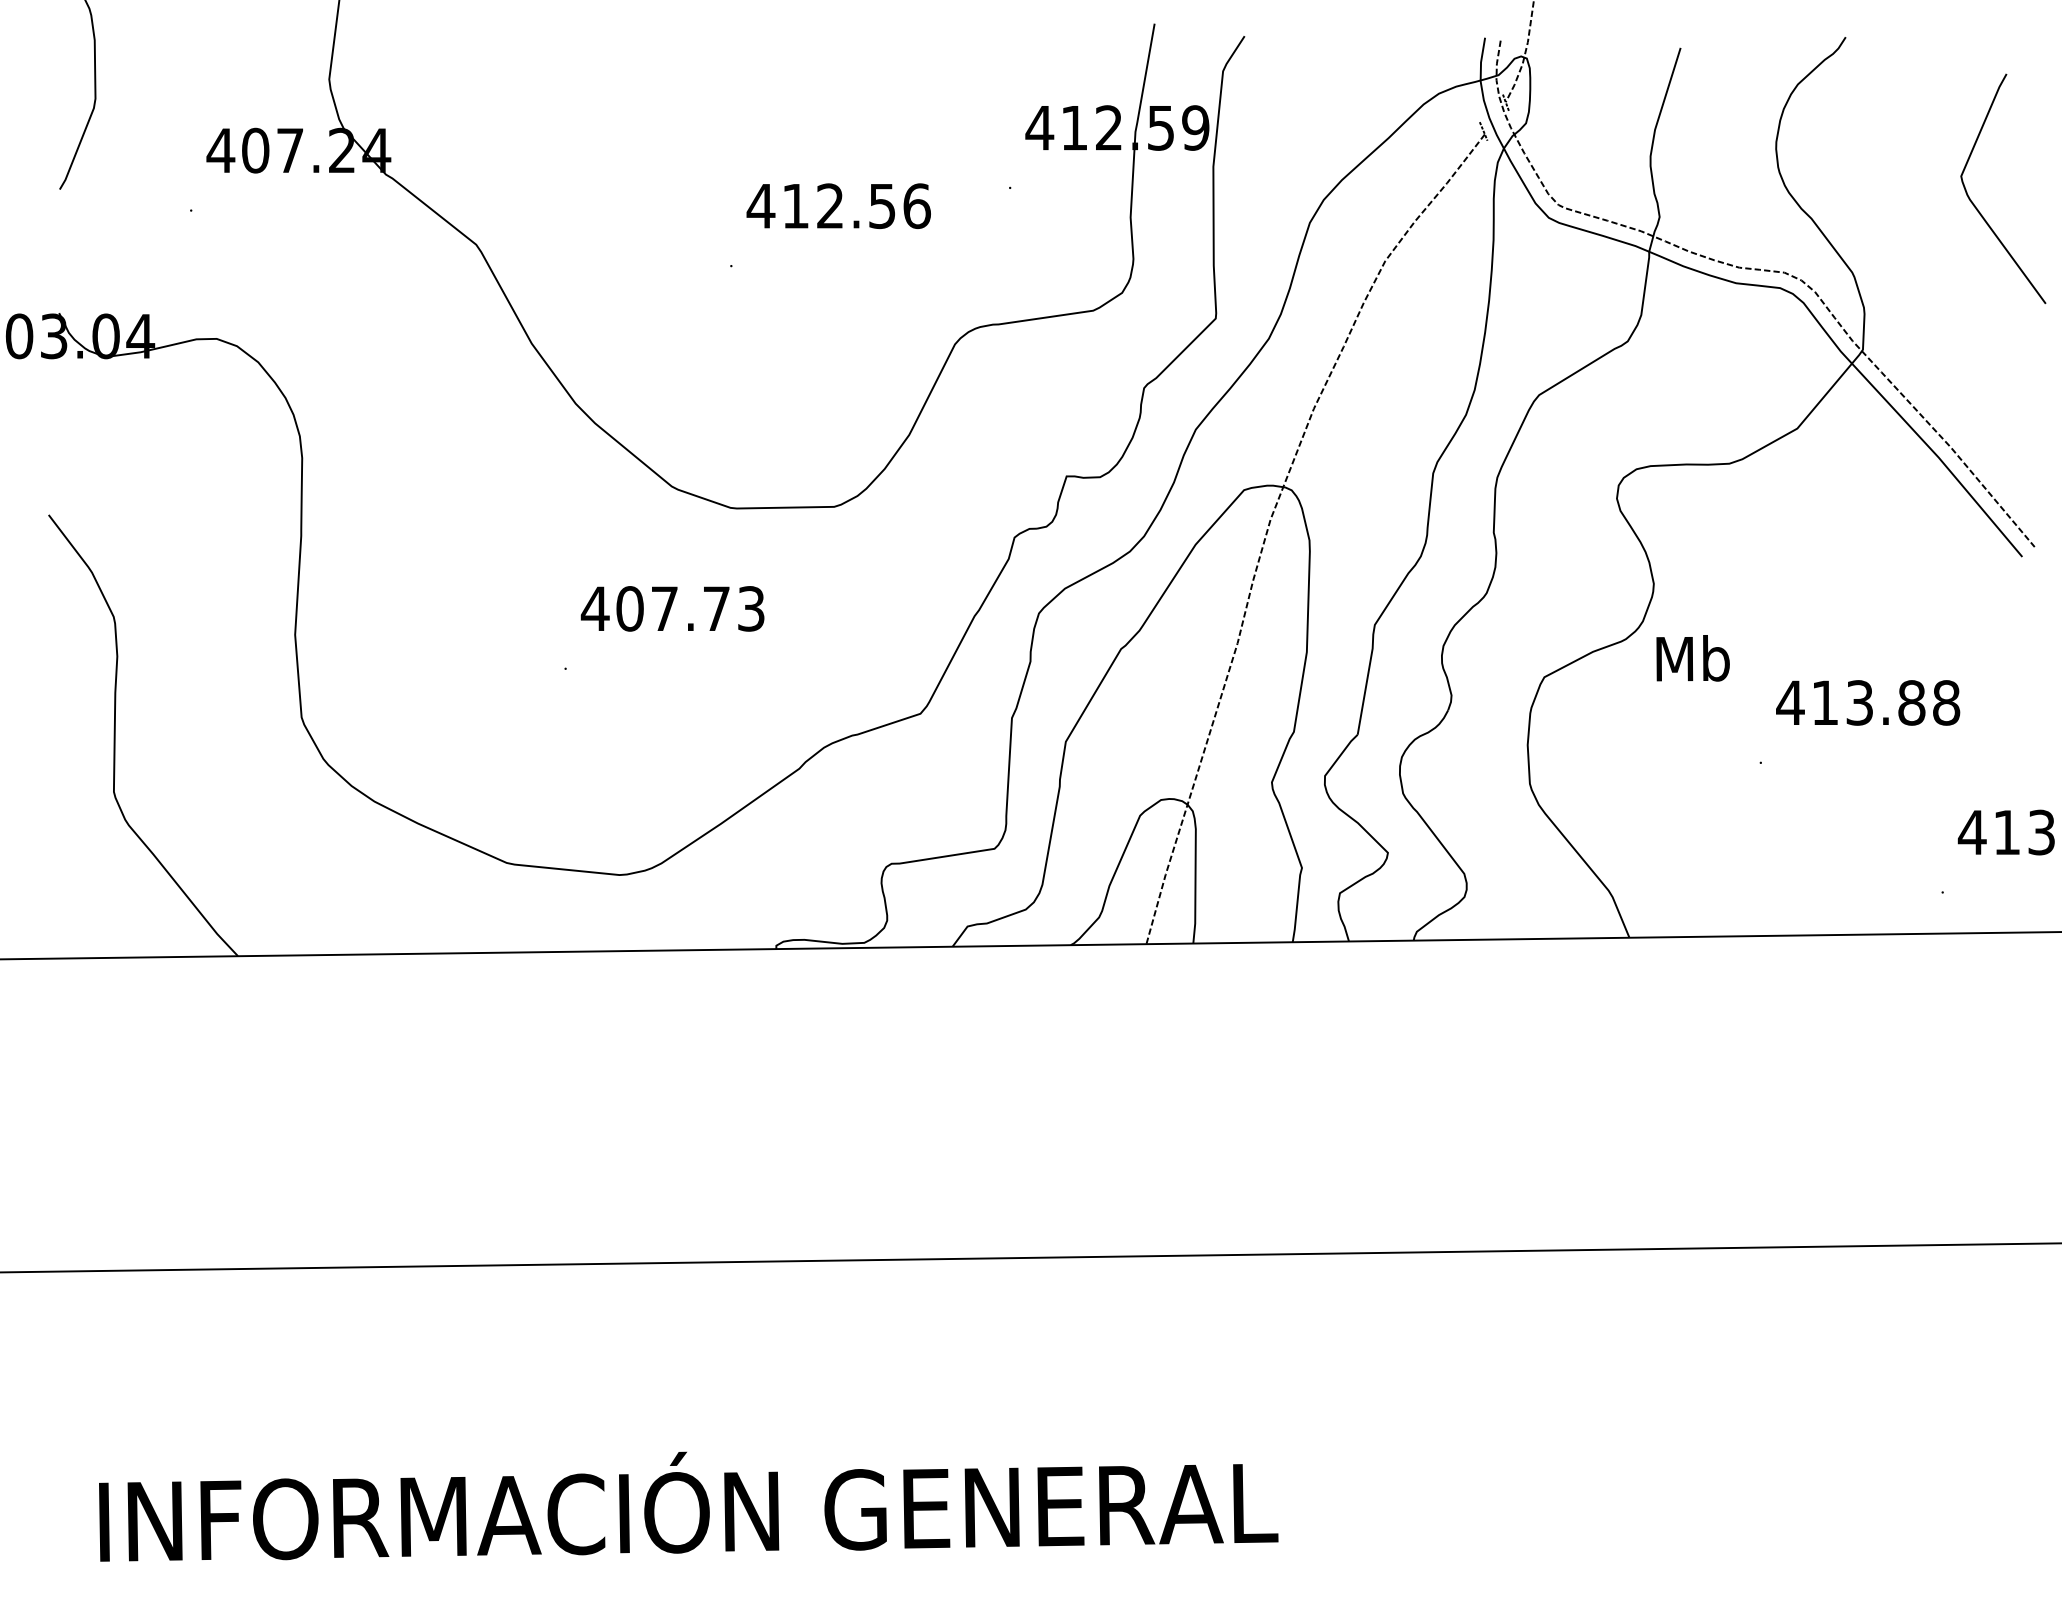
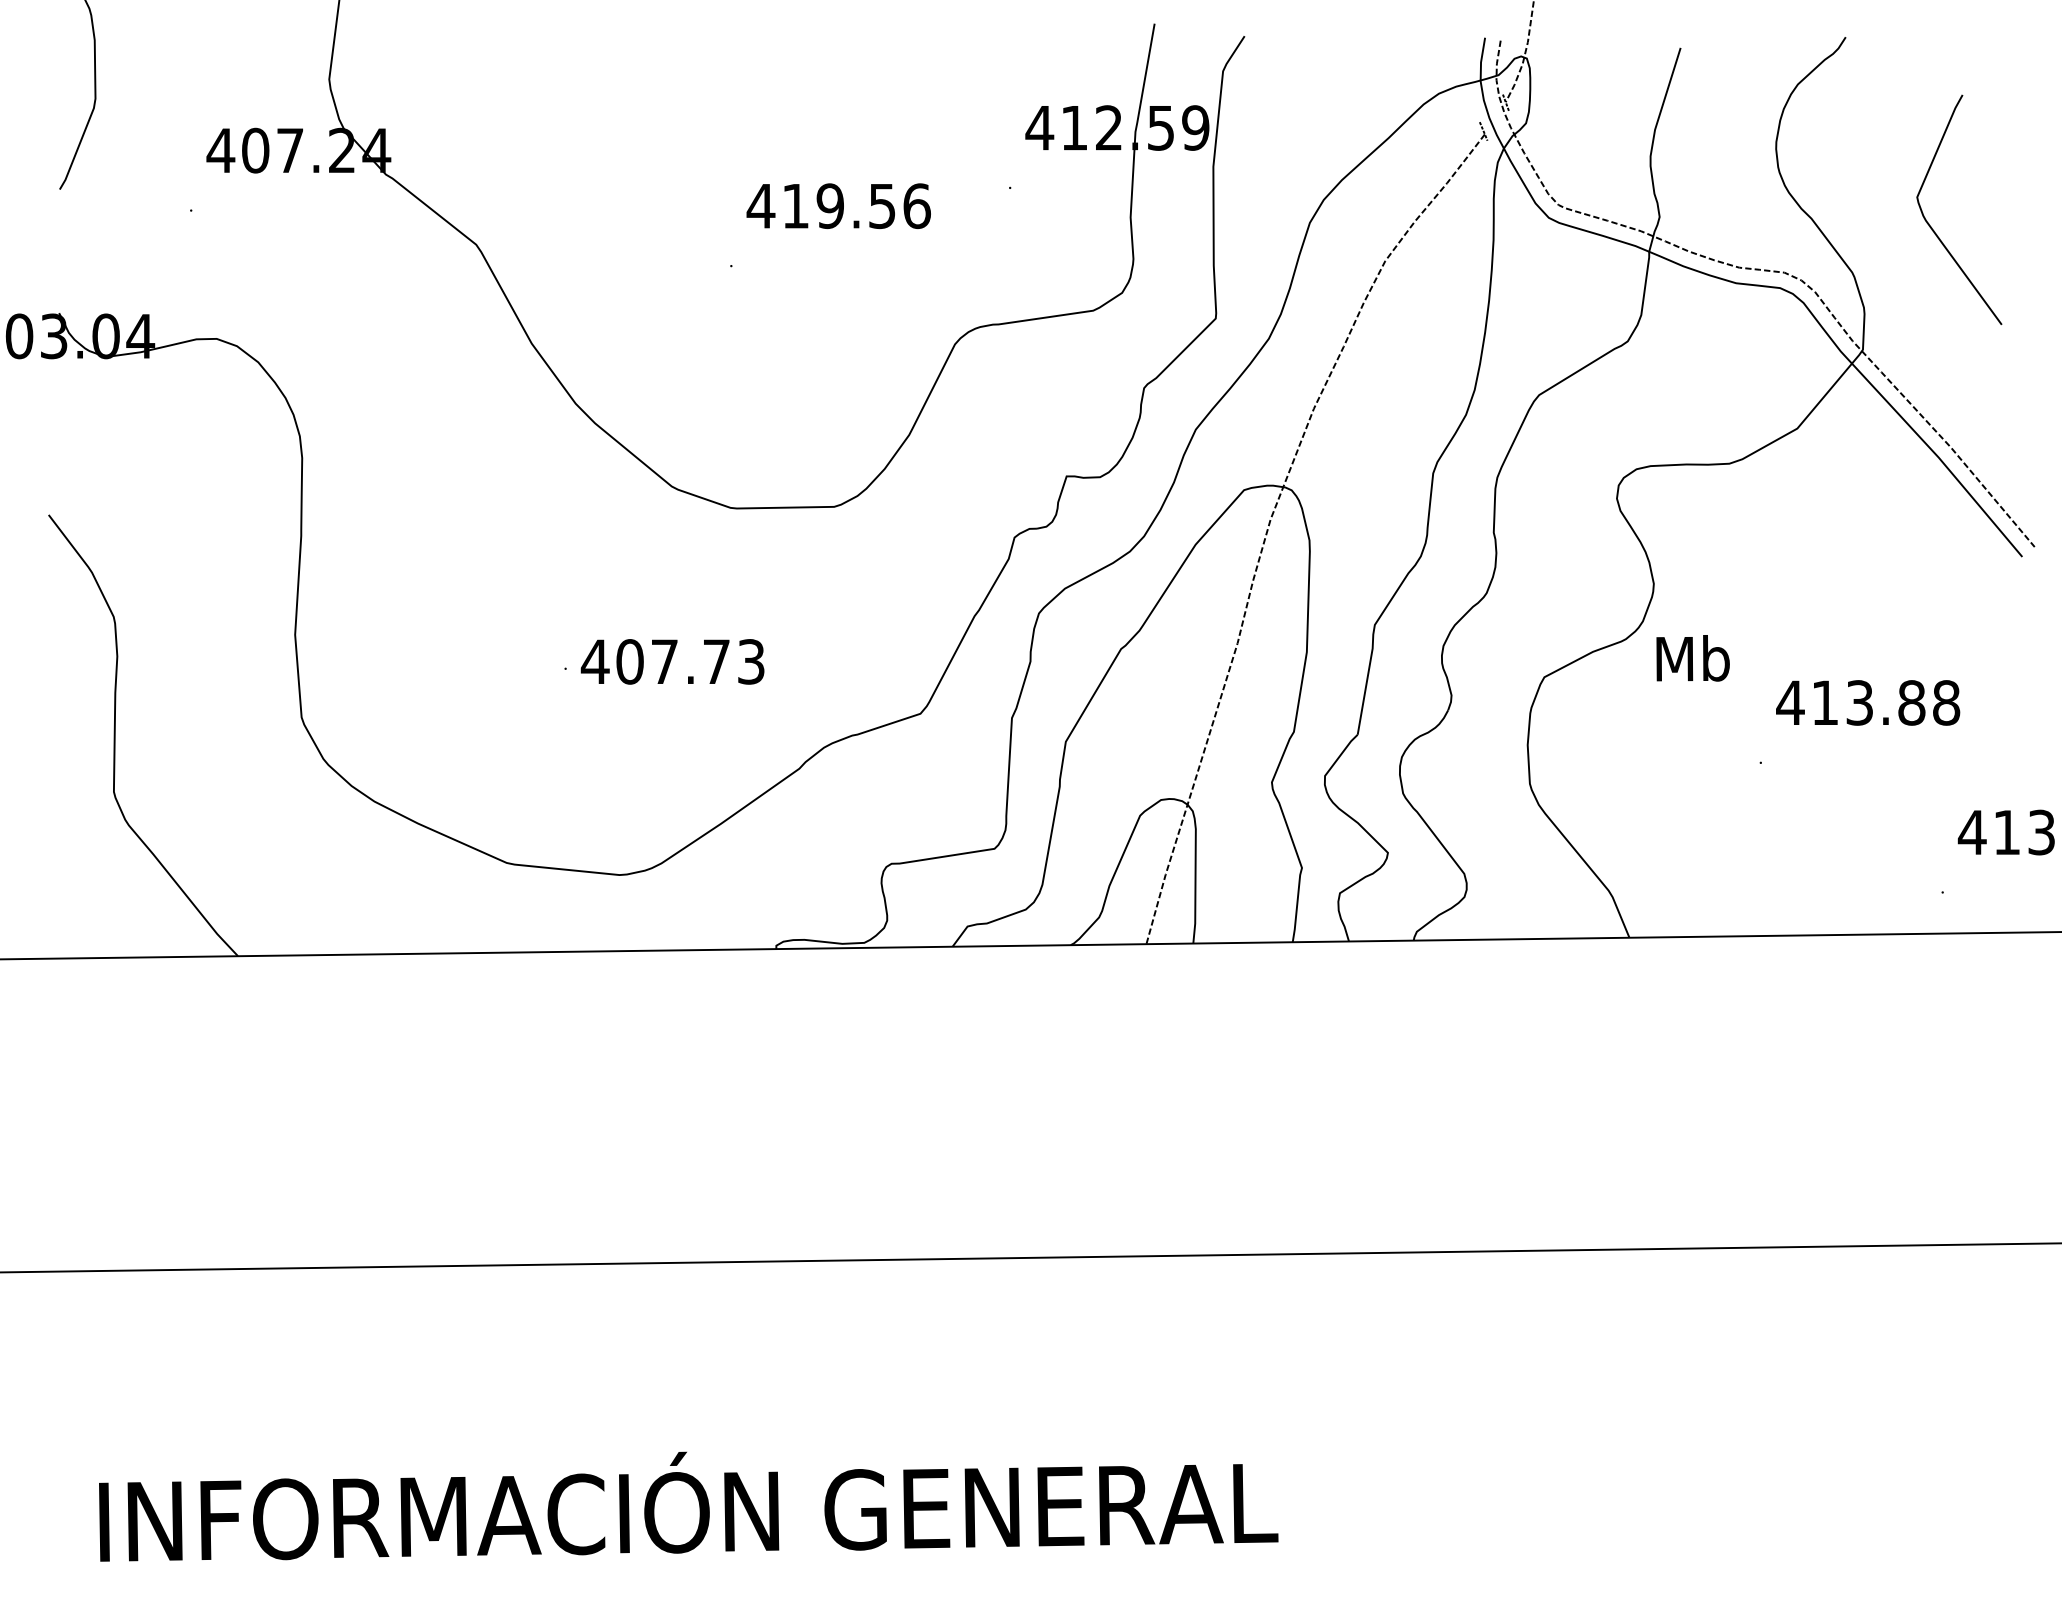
text at (829, 206): 412.56 -> 419.56
curve at (1976, 206) position: (1976, 206) -> (1932, 227)
text at (672, 608) position: (672, 608) -> (672, 661)
